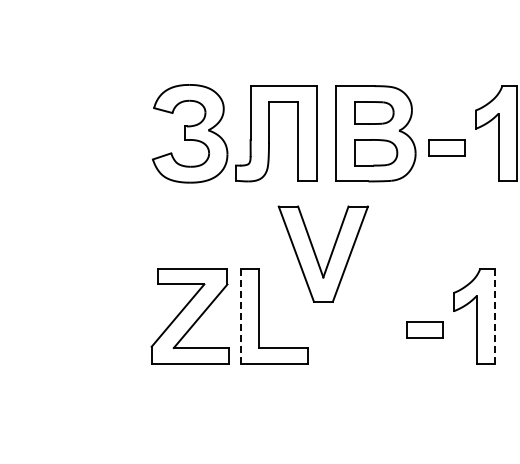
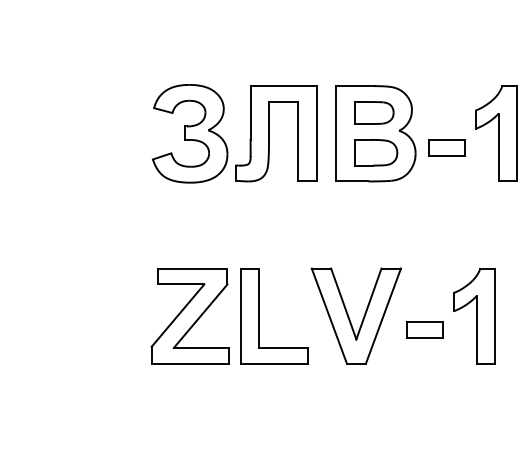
part at (316, 254) position: (316, 254) -> (349, 316)
line at (240, 316): dashed -> solid
line at (495, 316): dashed -> solid
